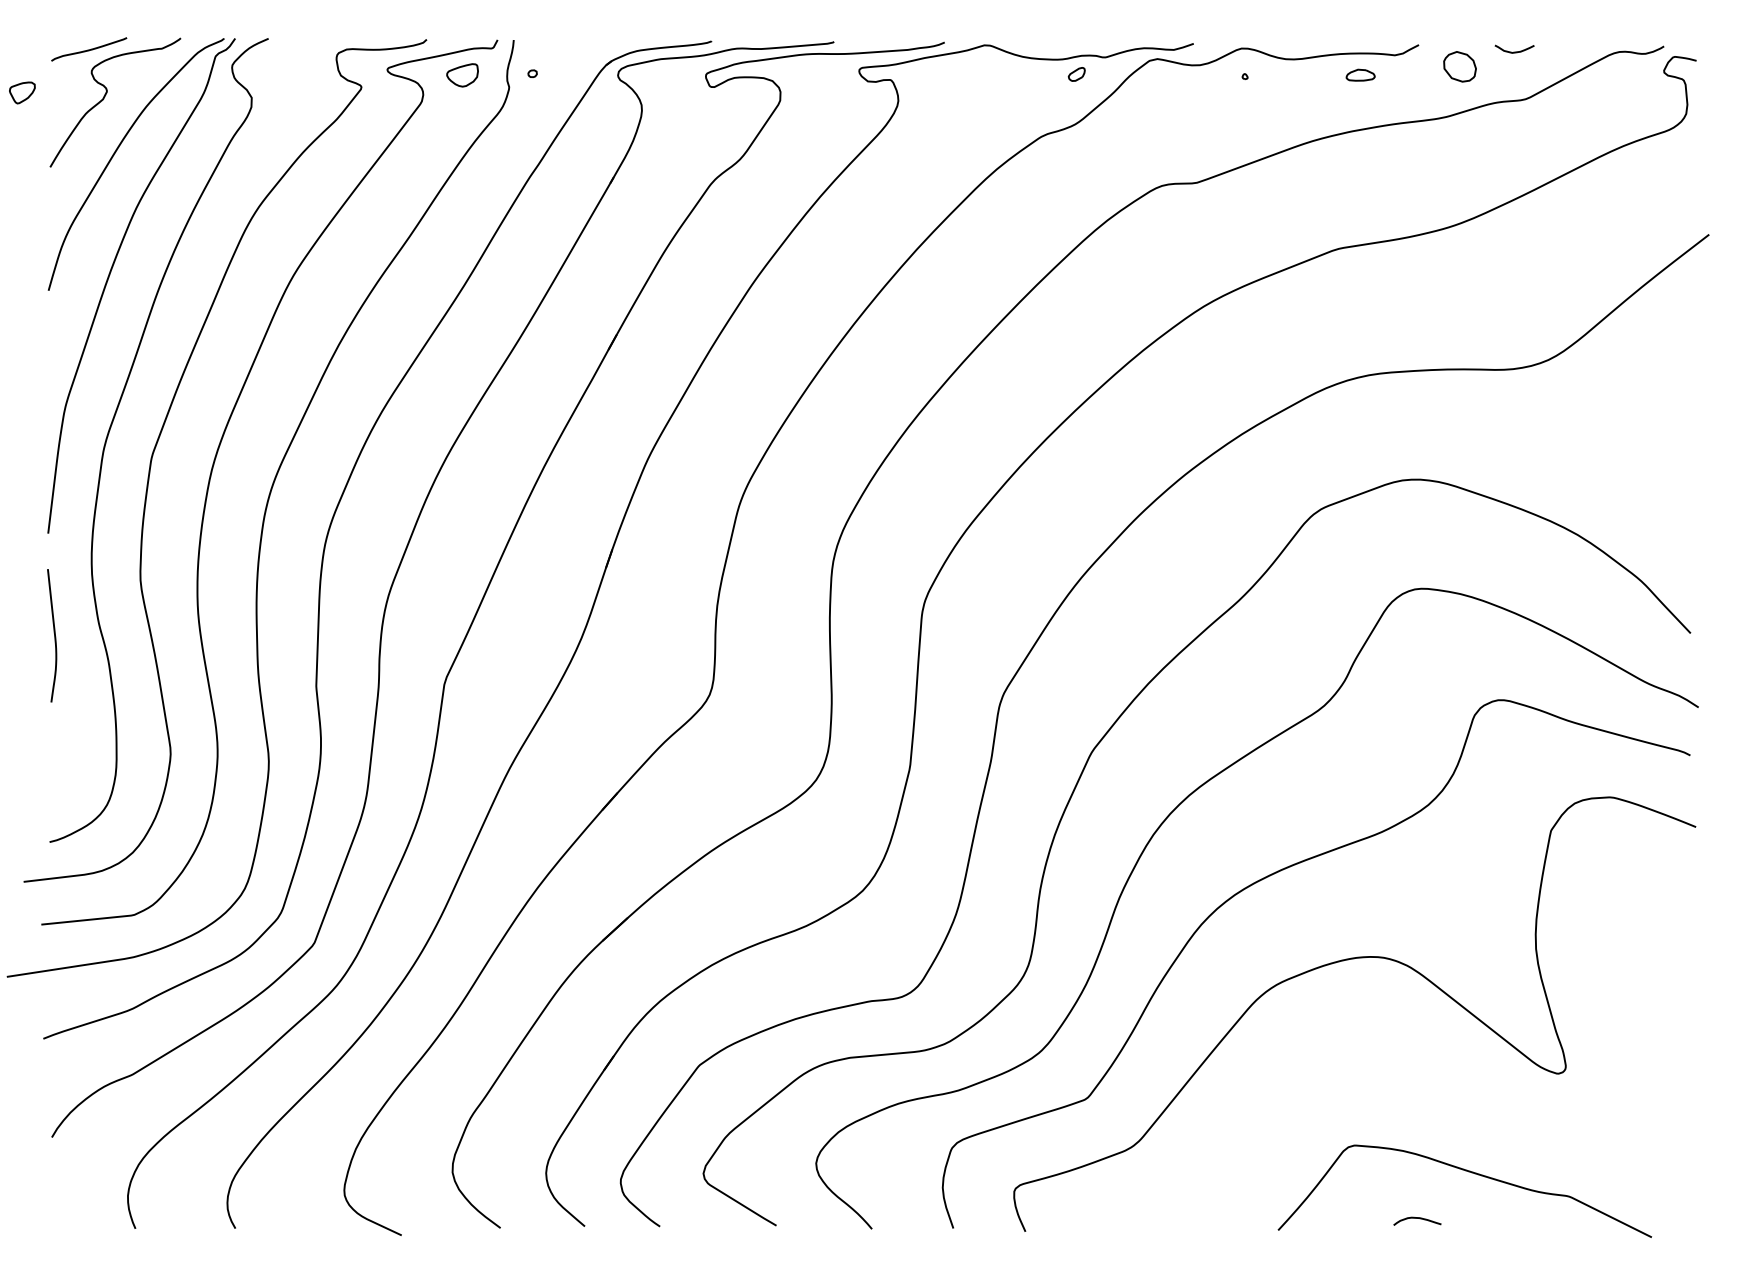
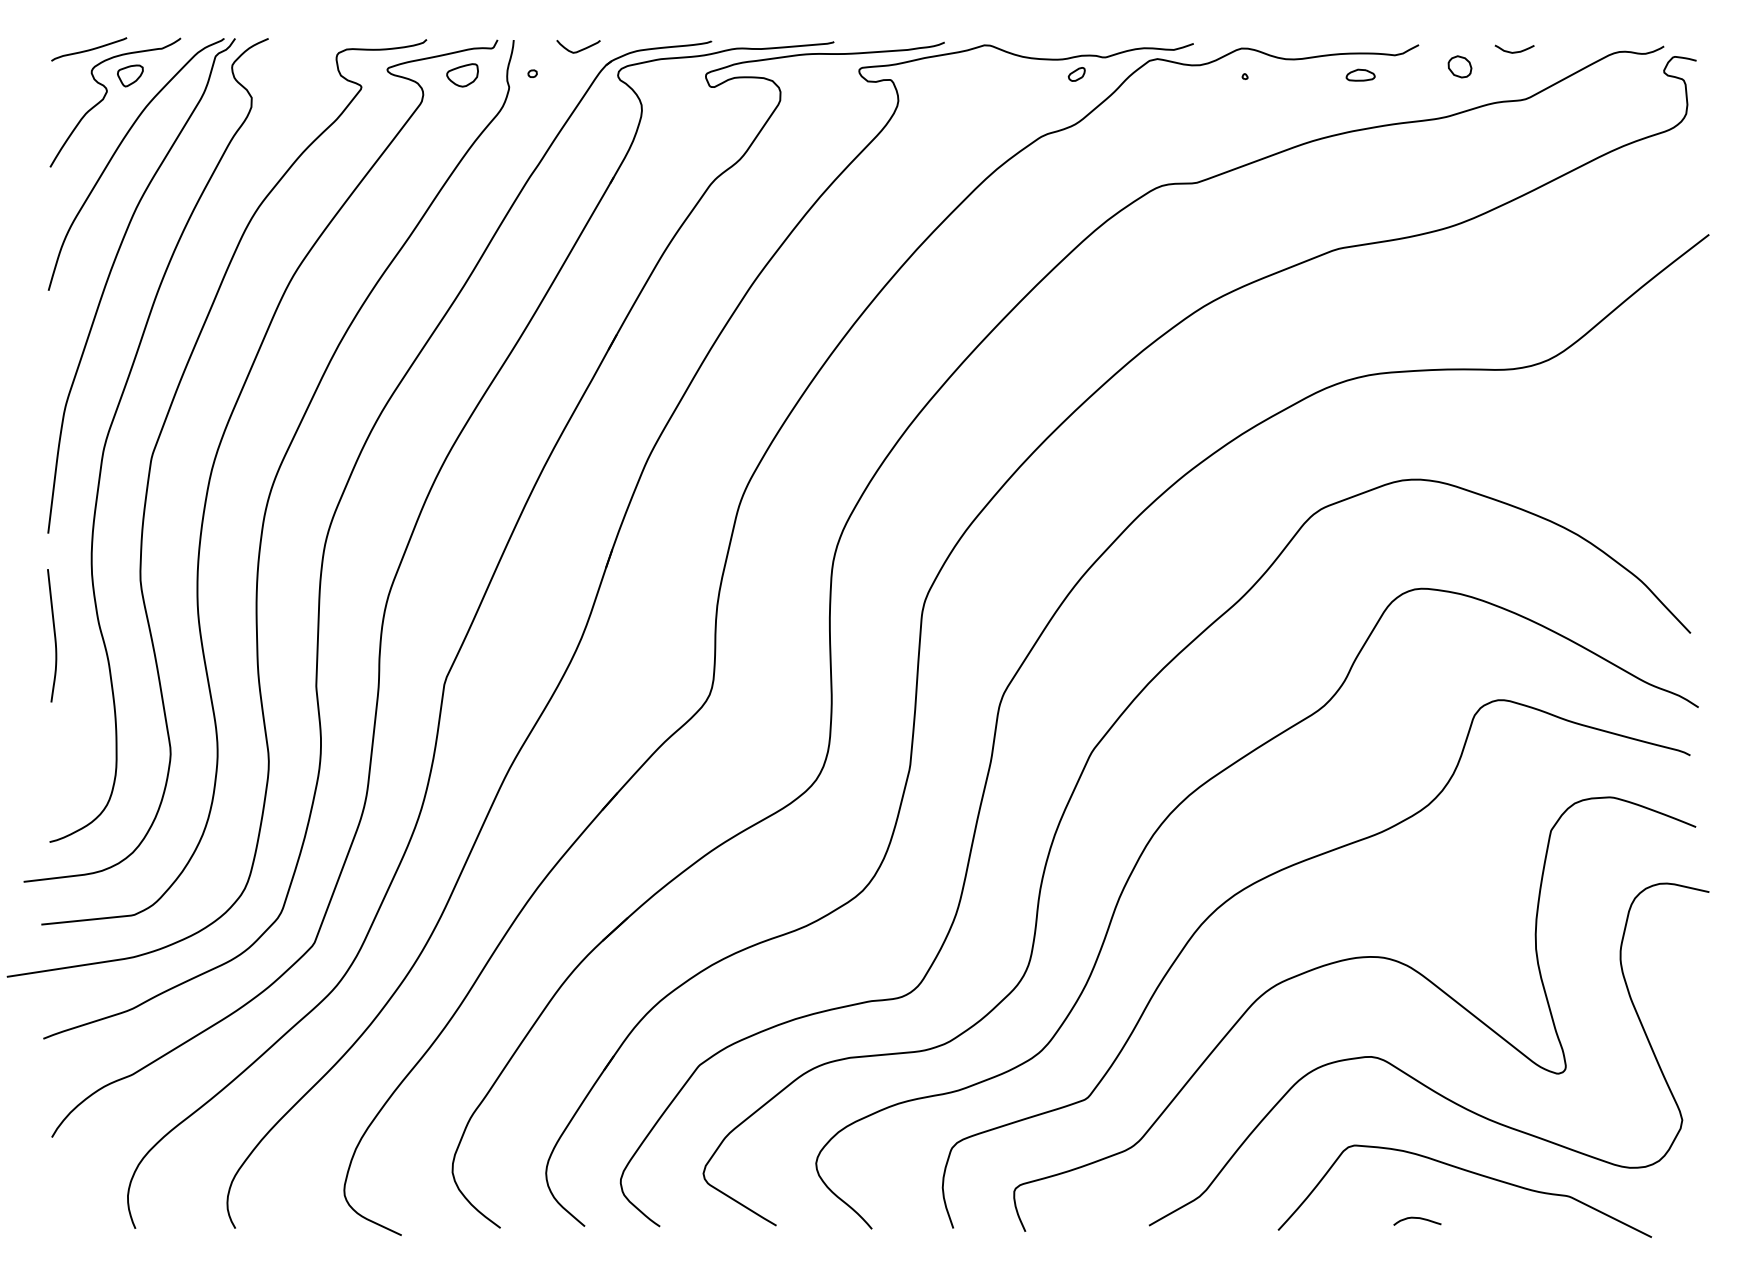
curve at (580, 49): none -> present
part at (1459, 66) size: 34x32 px -> 26x24 px
part at (22, 92) position: (22, 92) -> (130, 75)
curve at (1412, 1076): none -> present
